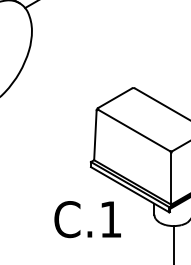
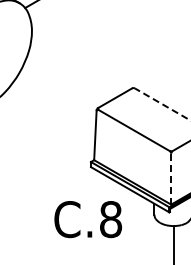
line at (162, 104): solid -> dashed
line at (171, 179): solid -> dashed
text at (111, 219): C.1 -> C.8
